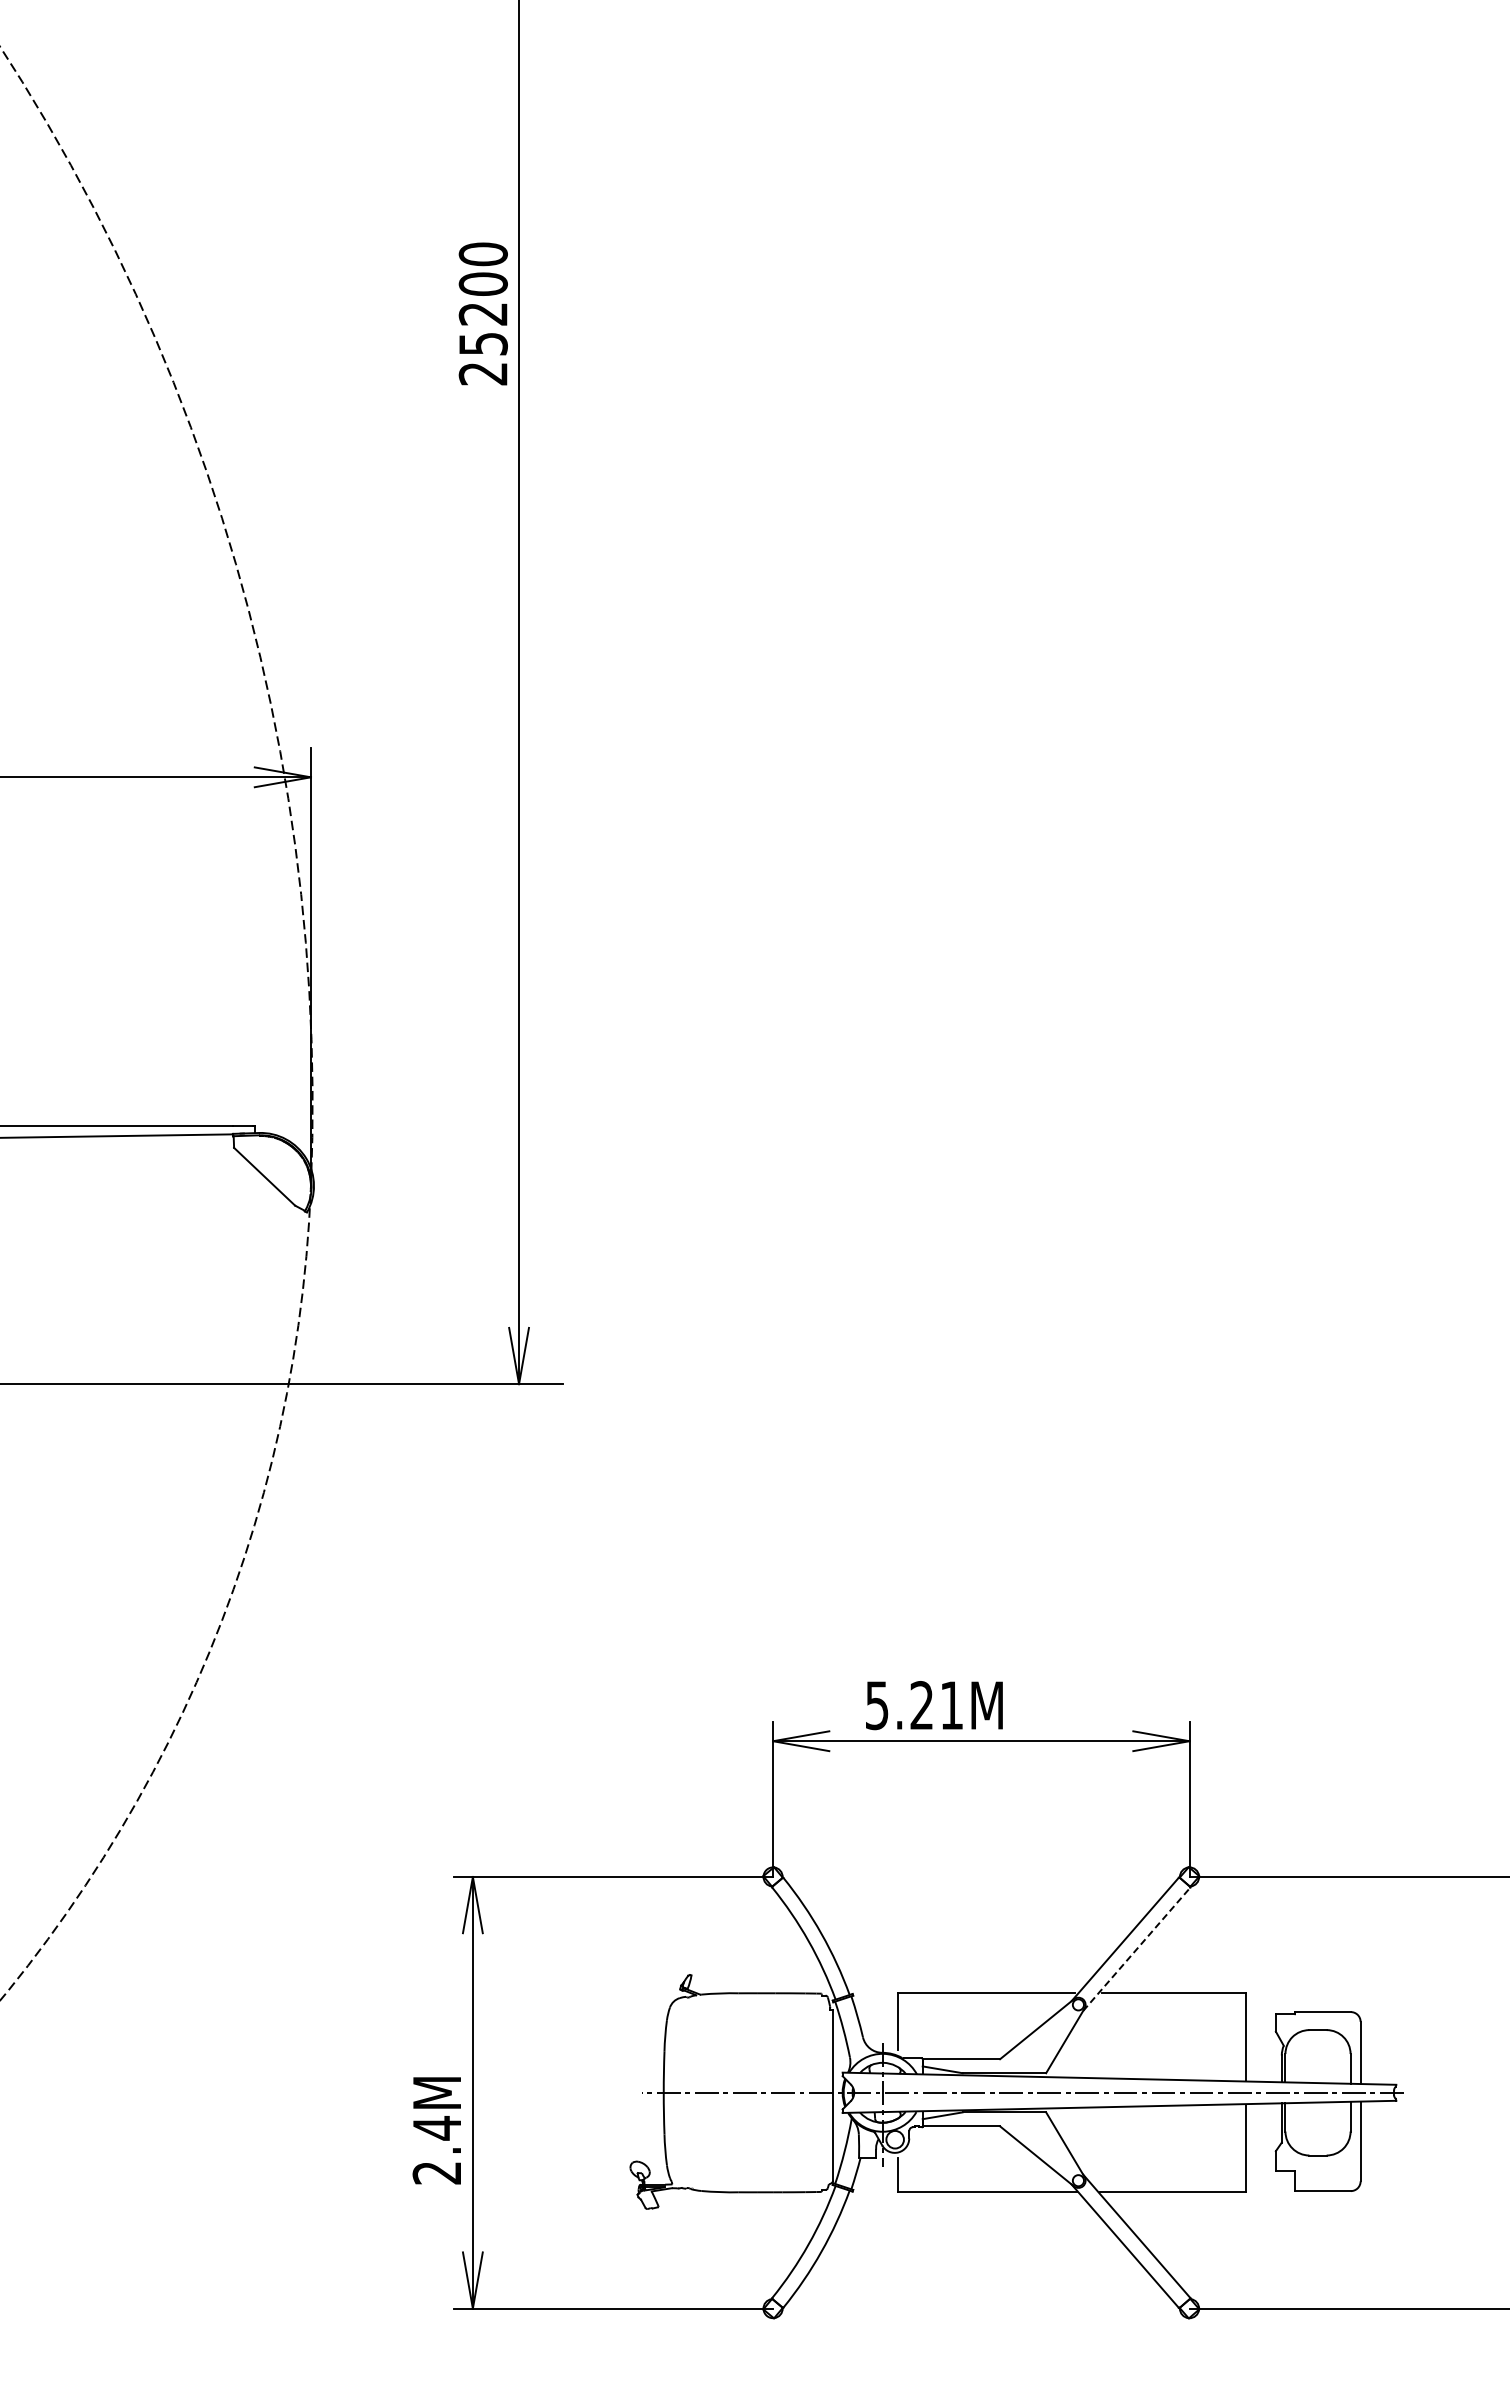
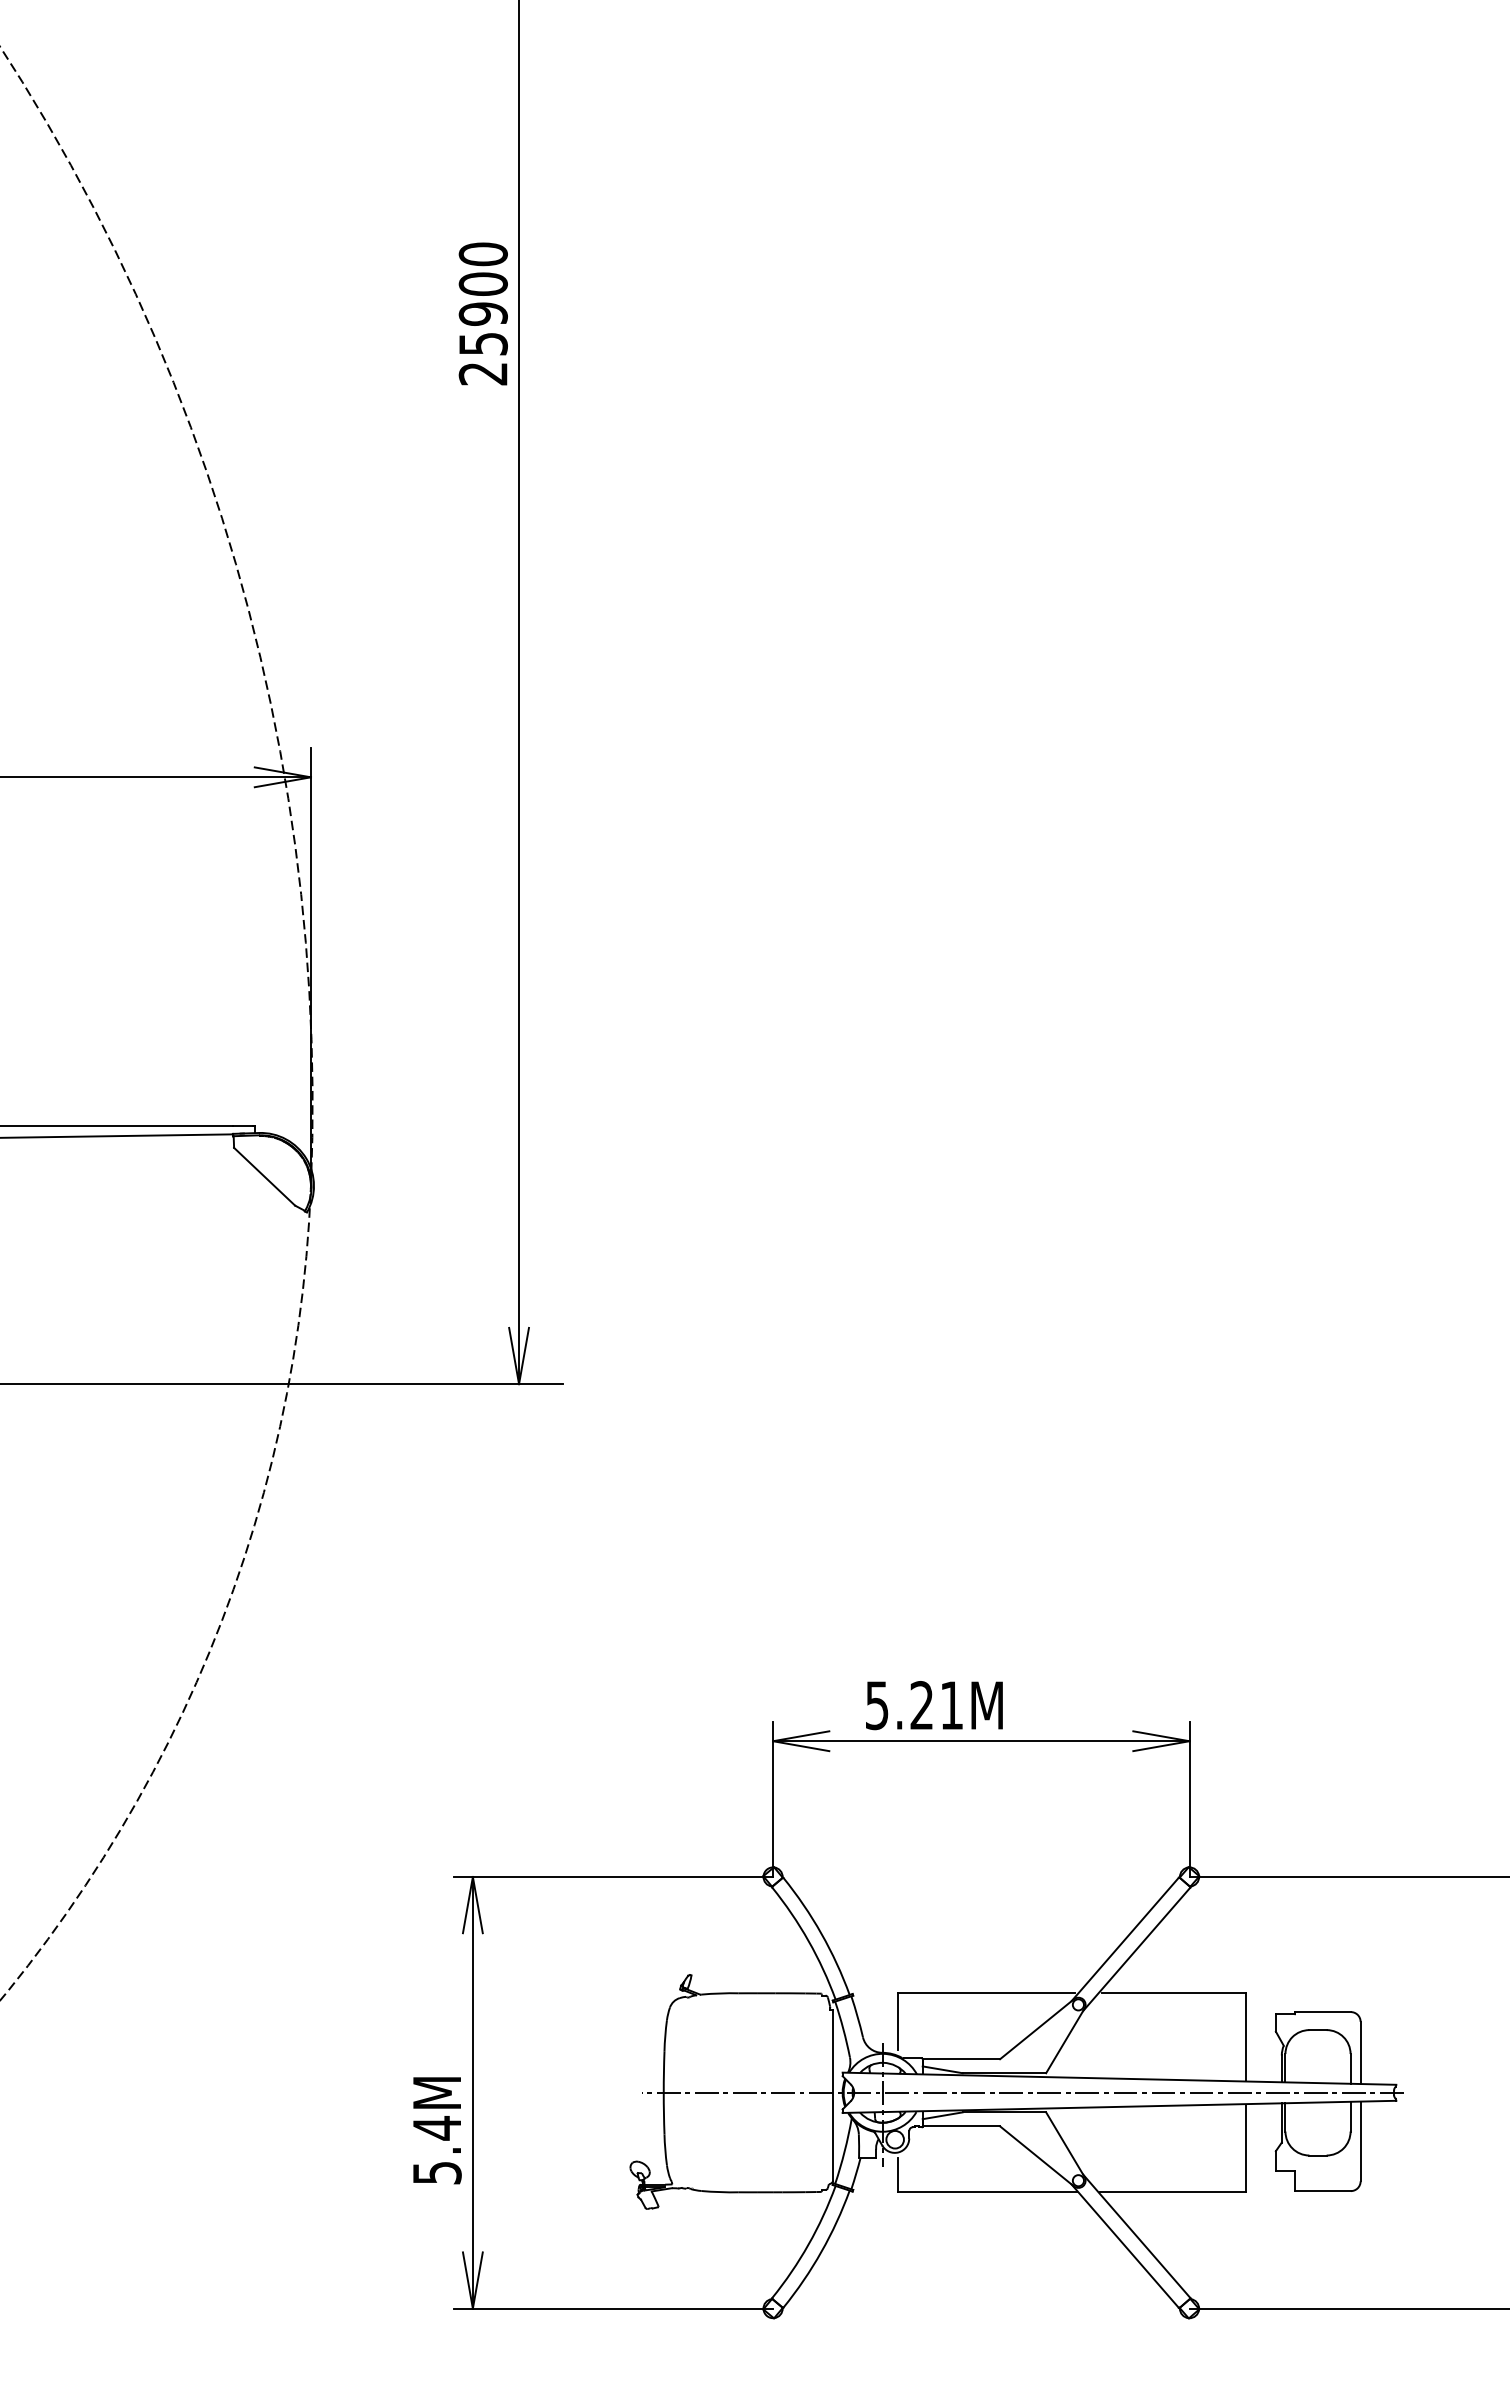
text at (482, 313): 25200 -> 25900
line at (1136, 1949): dashed -> solid
text at (436, 2173): 2.4M -> 5.4M
